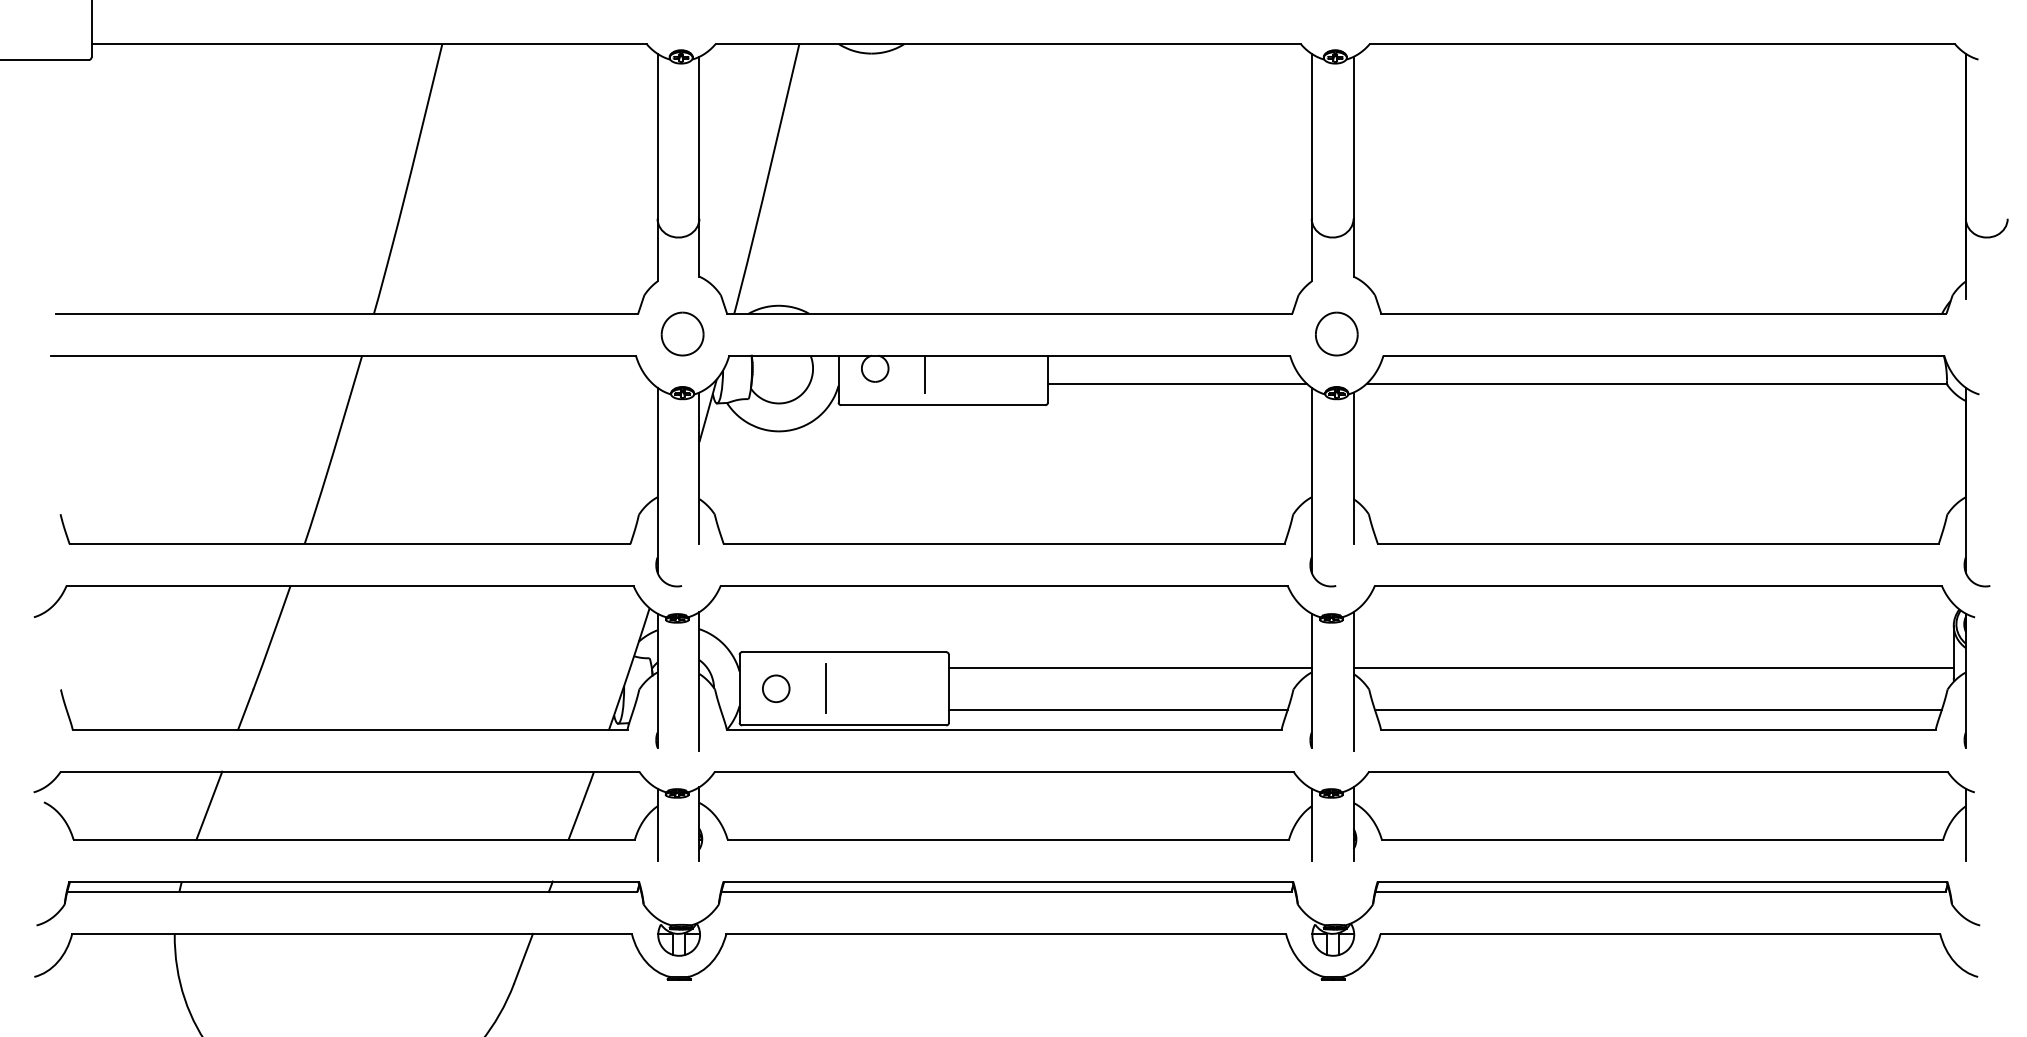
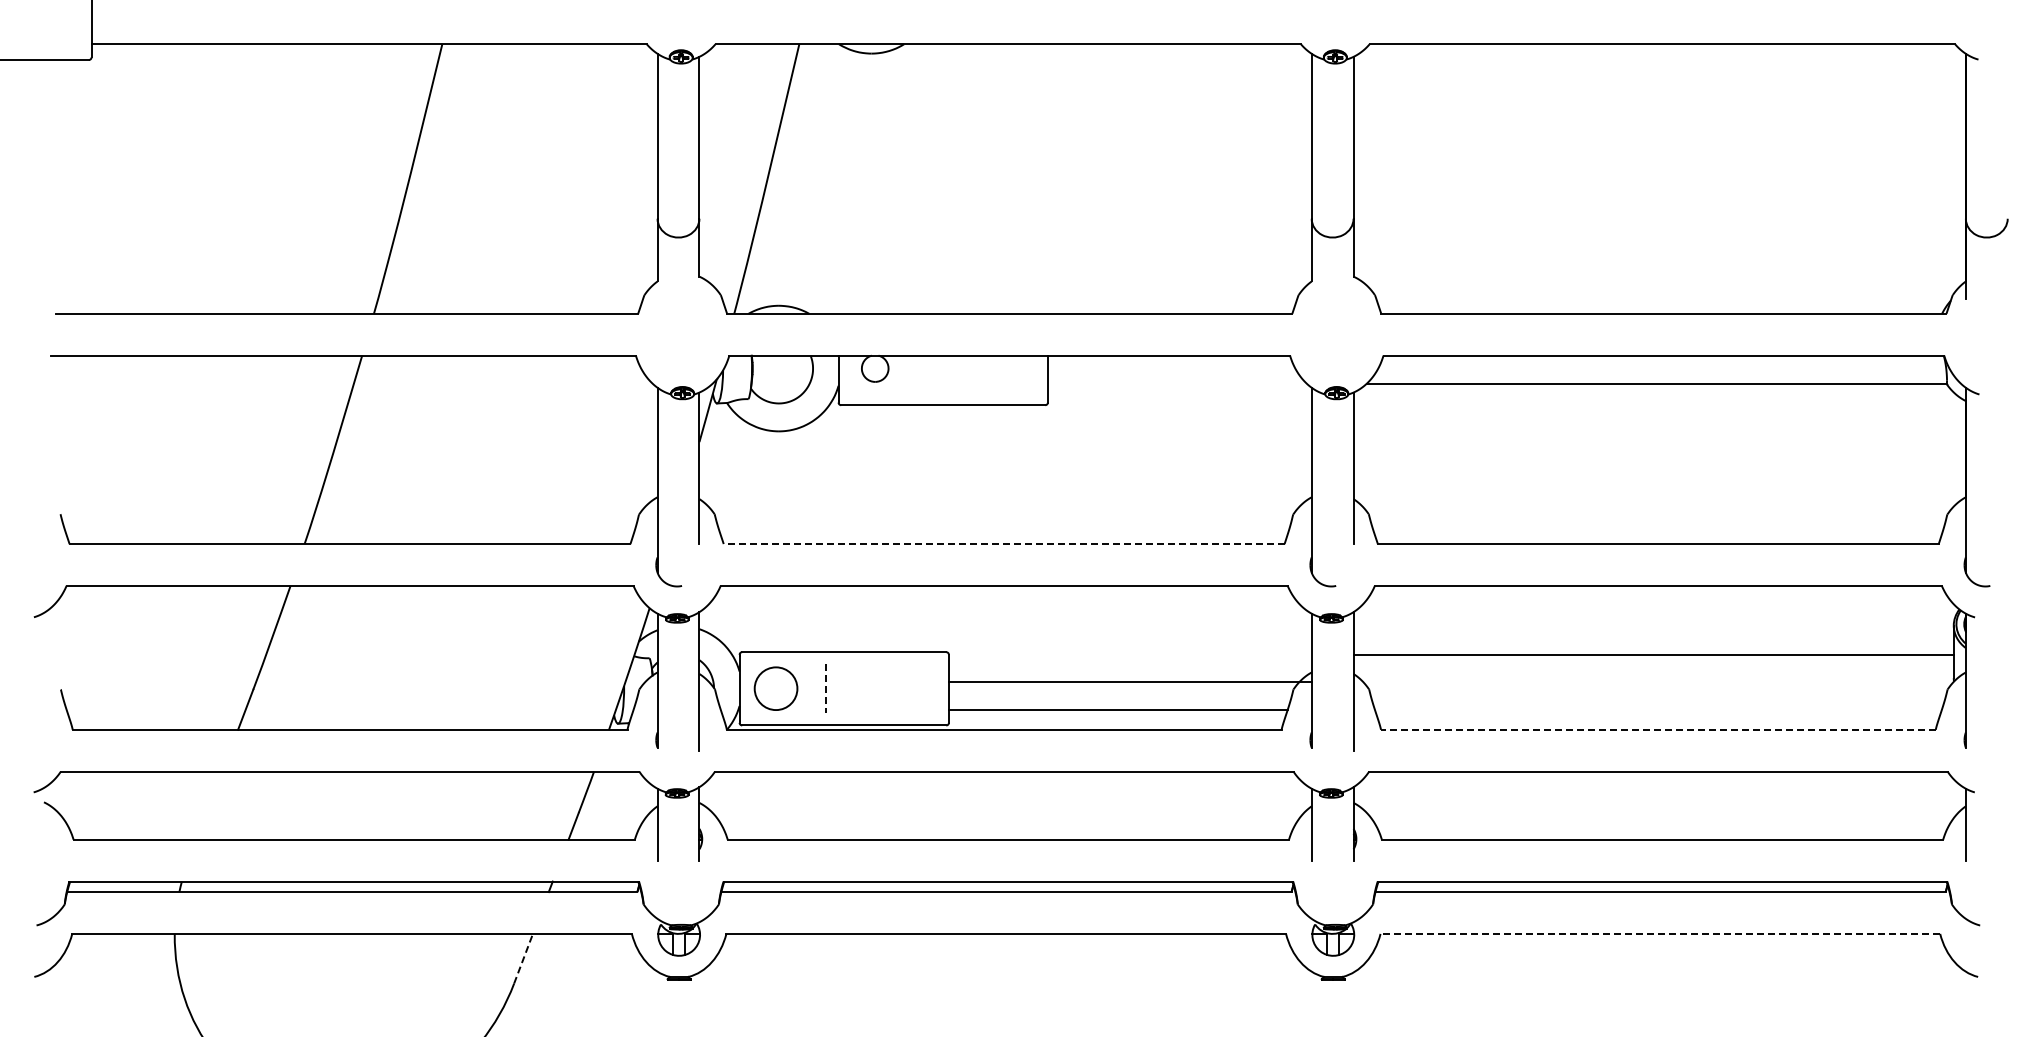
part at (682, 333): present -> none
part at (1336, 333): present -> none
line at (924, 374): present -> none
line at (1176, 383): present -> none
line at (1003, 544): solid -> dashed
line at (1129, 667) position: (1129, 667) -> (1129, 681)
line at (1653, 667) position: (1653, 667) -> (1653, 654)
circle at (776, 688) size: 29x30 px -> 46x45 px
line at (825, 688): solid -> dashed
line at (1657, 709): present -> none
line at (1657, 729): solid -> dashed
line at (209, 805): present -> none
line at (1660, 933): solid -> dashed
line at (523, 958): solid -> dashed
